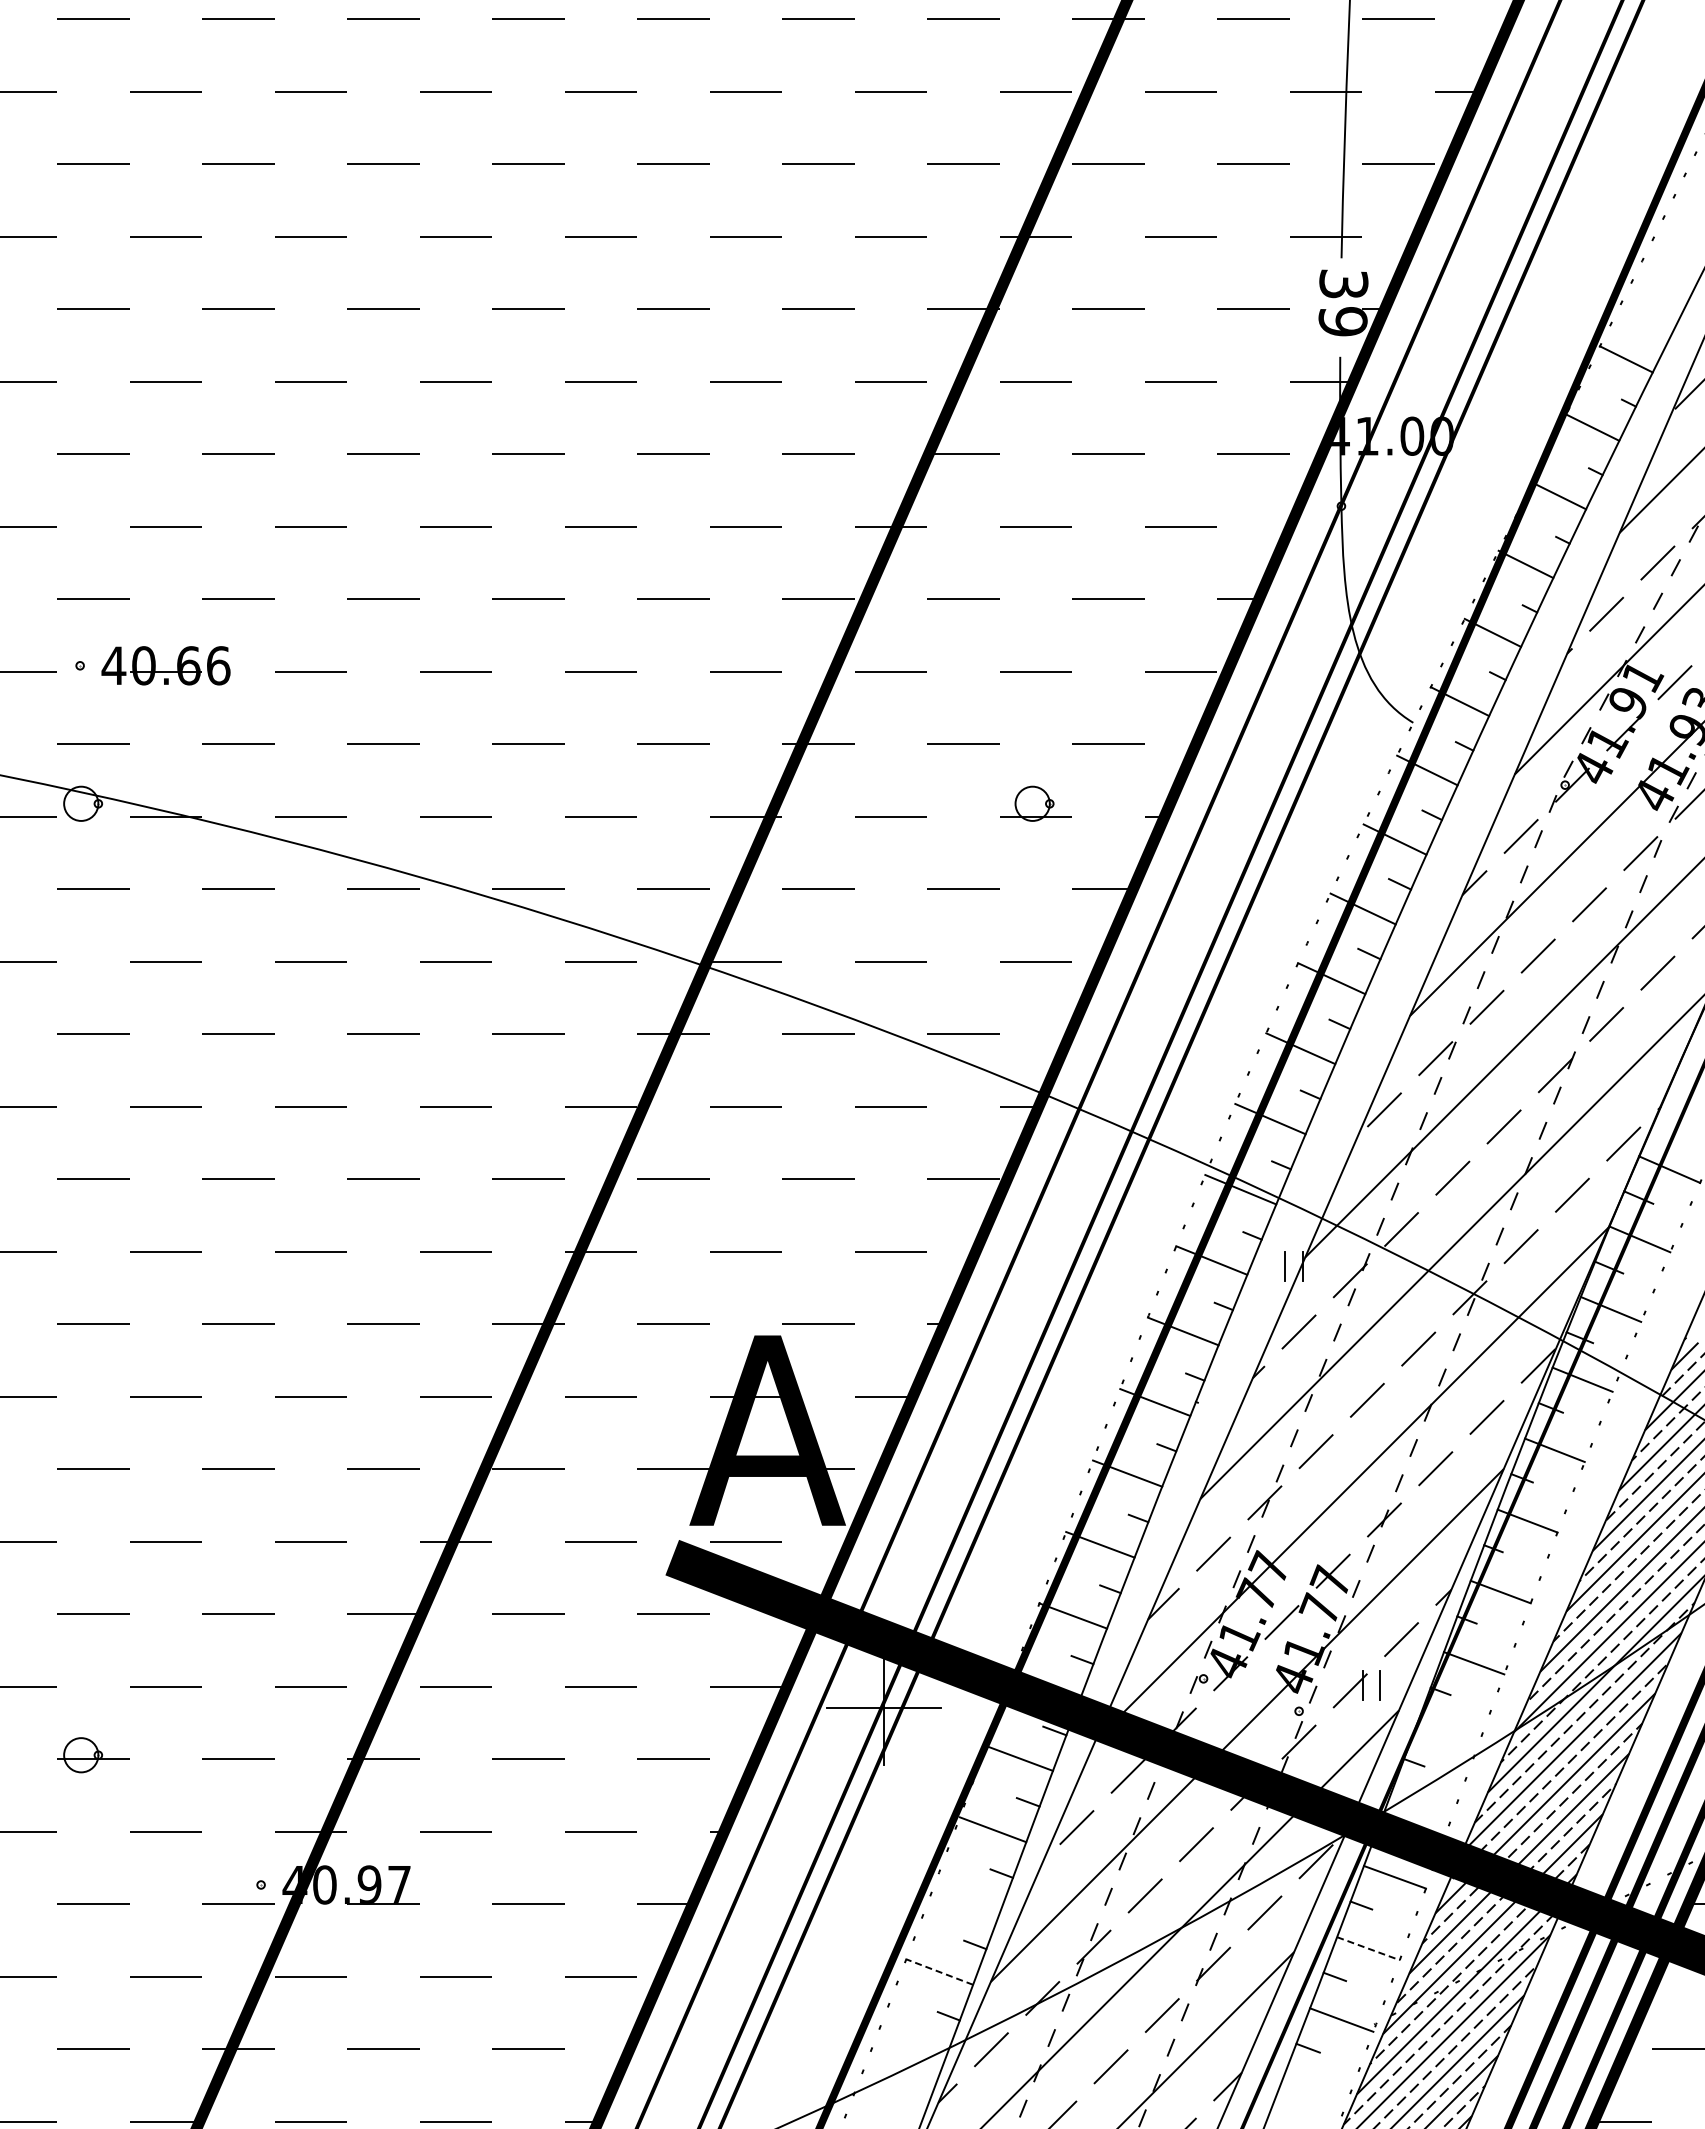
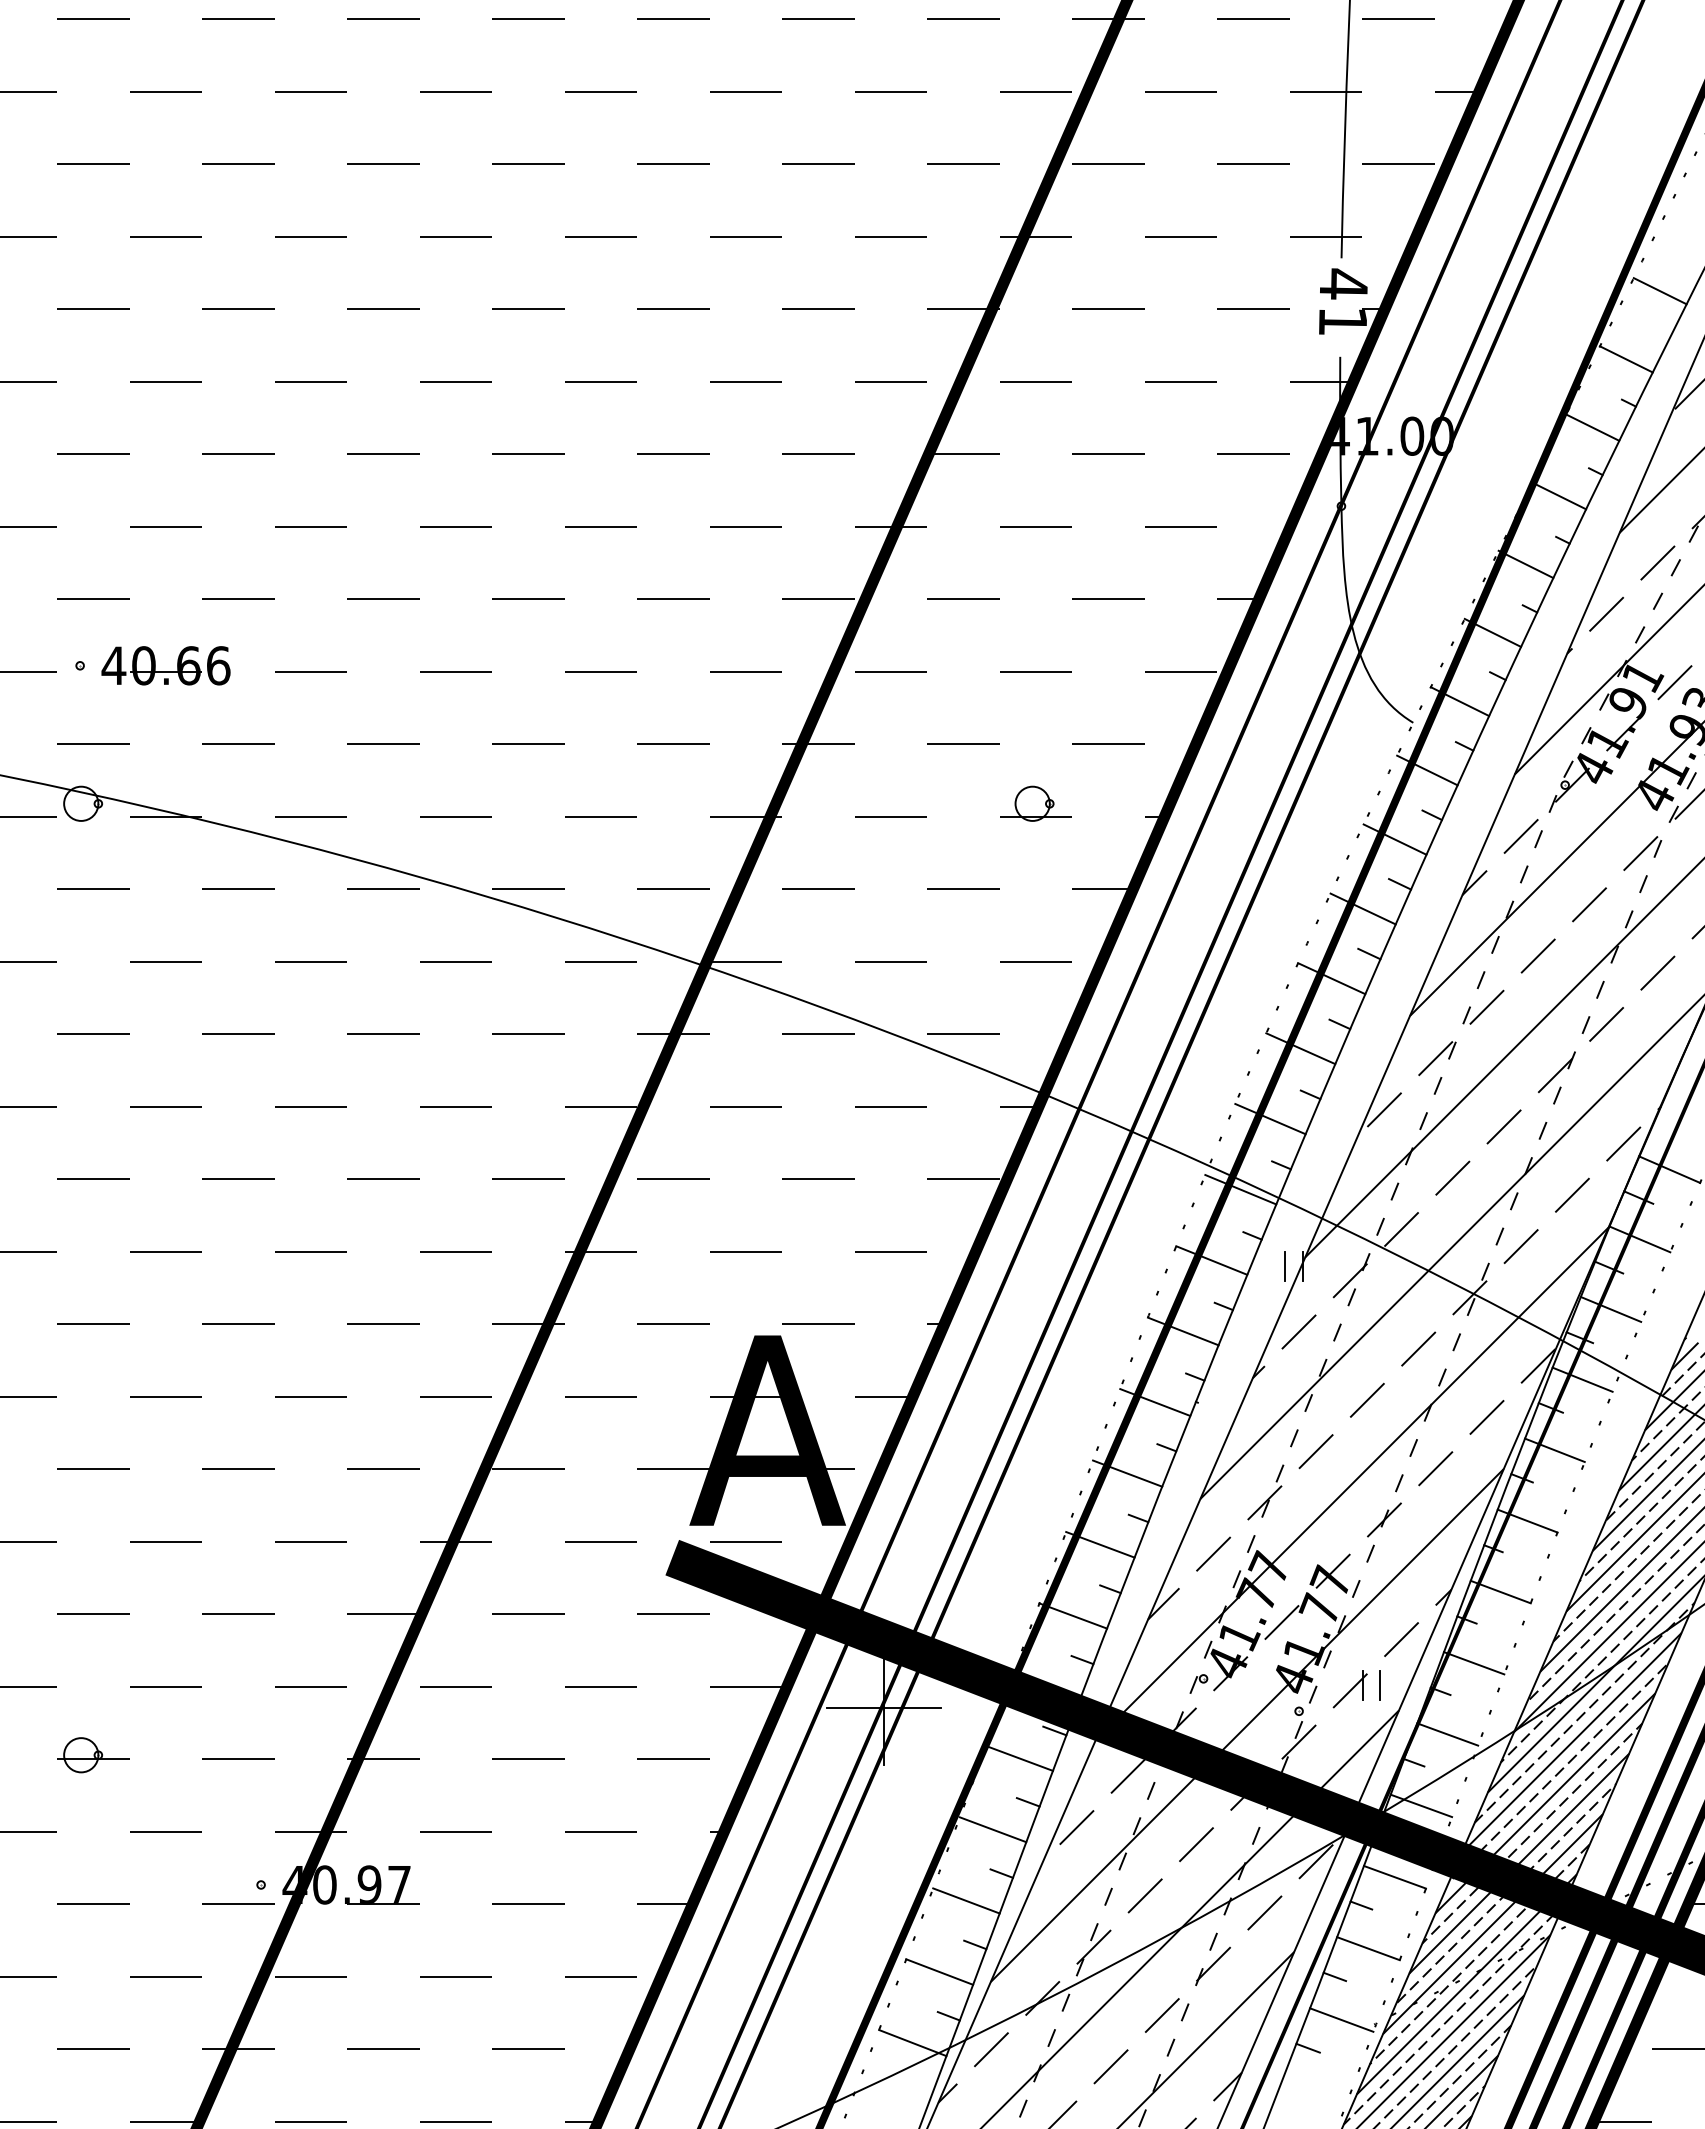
line at (1659, 291): none -> present
text at (1343, 302): 39 -> 41
line at (1447, 1734): none -> present
line at (1421, 1805): none -> present
line at (966, 1900): none -> present
line at (1368, 1948): dashed -> solid
line at (939, 1972): dashed -> solid
line at (912, 2043): none -> present
